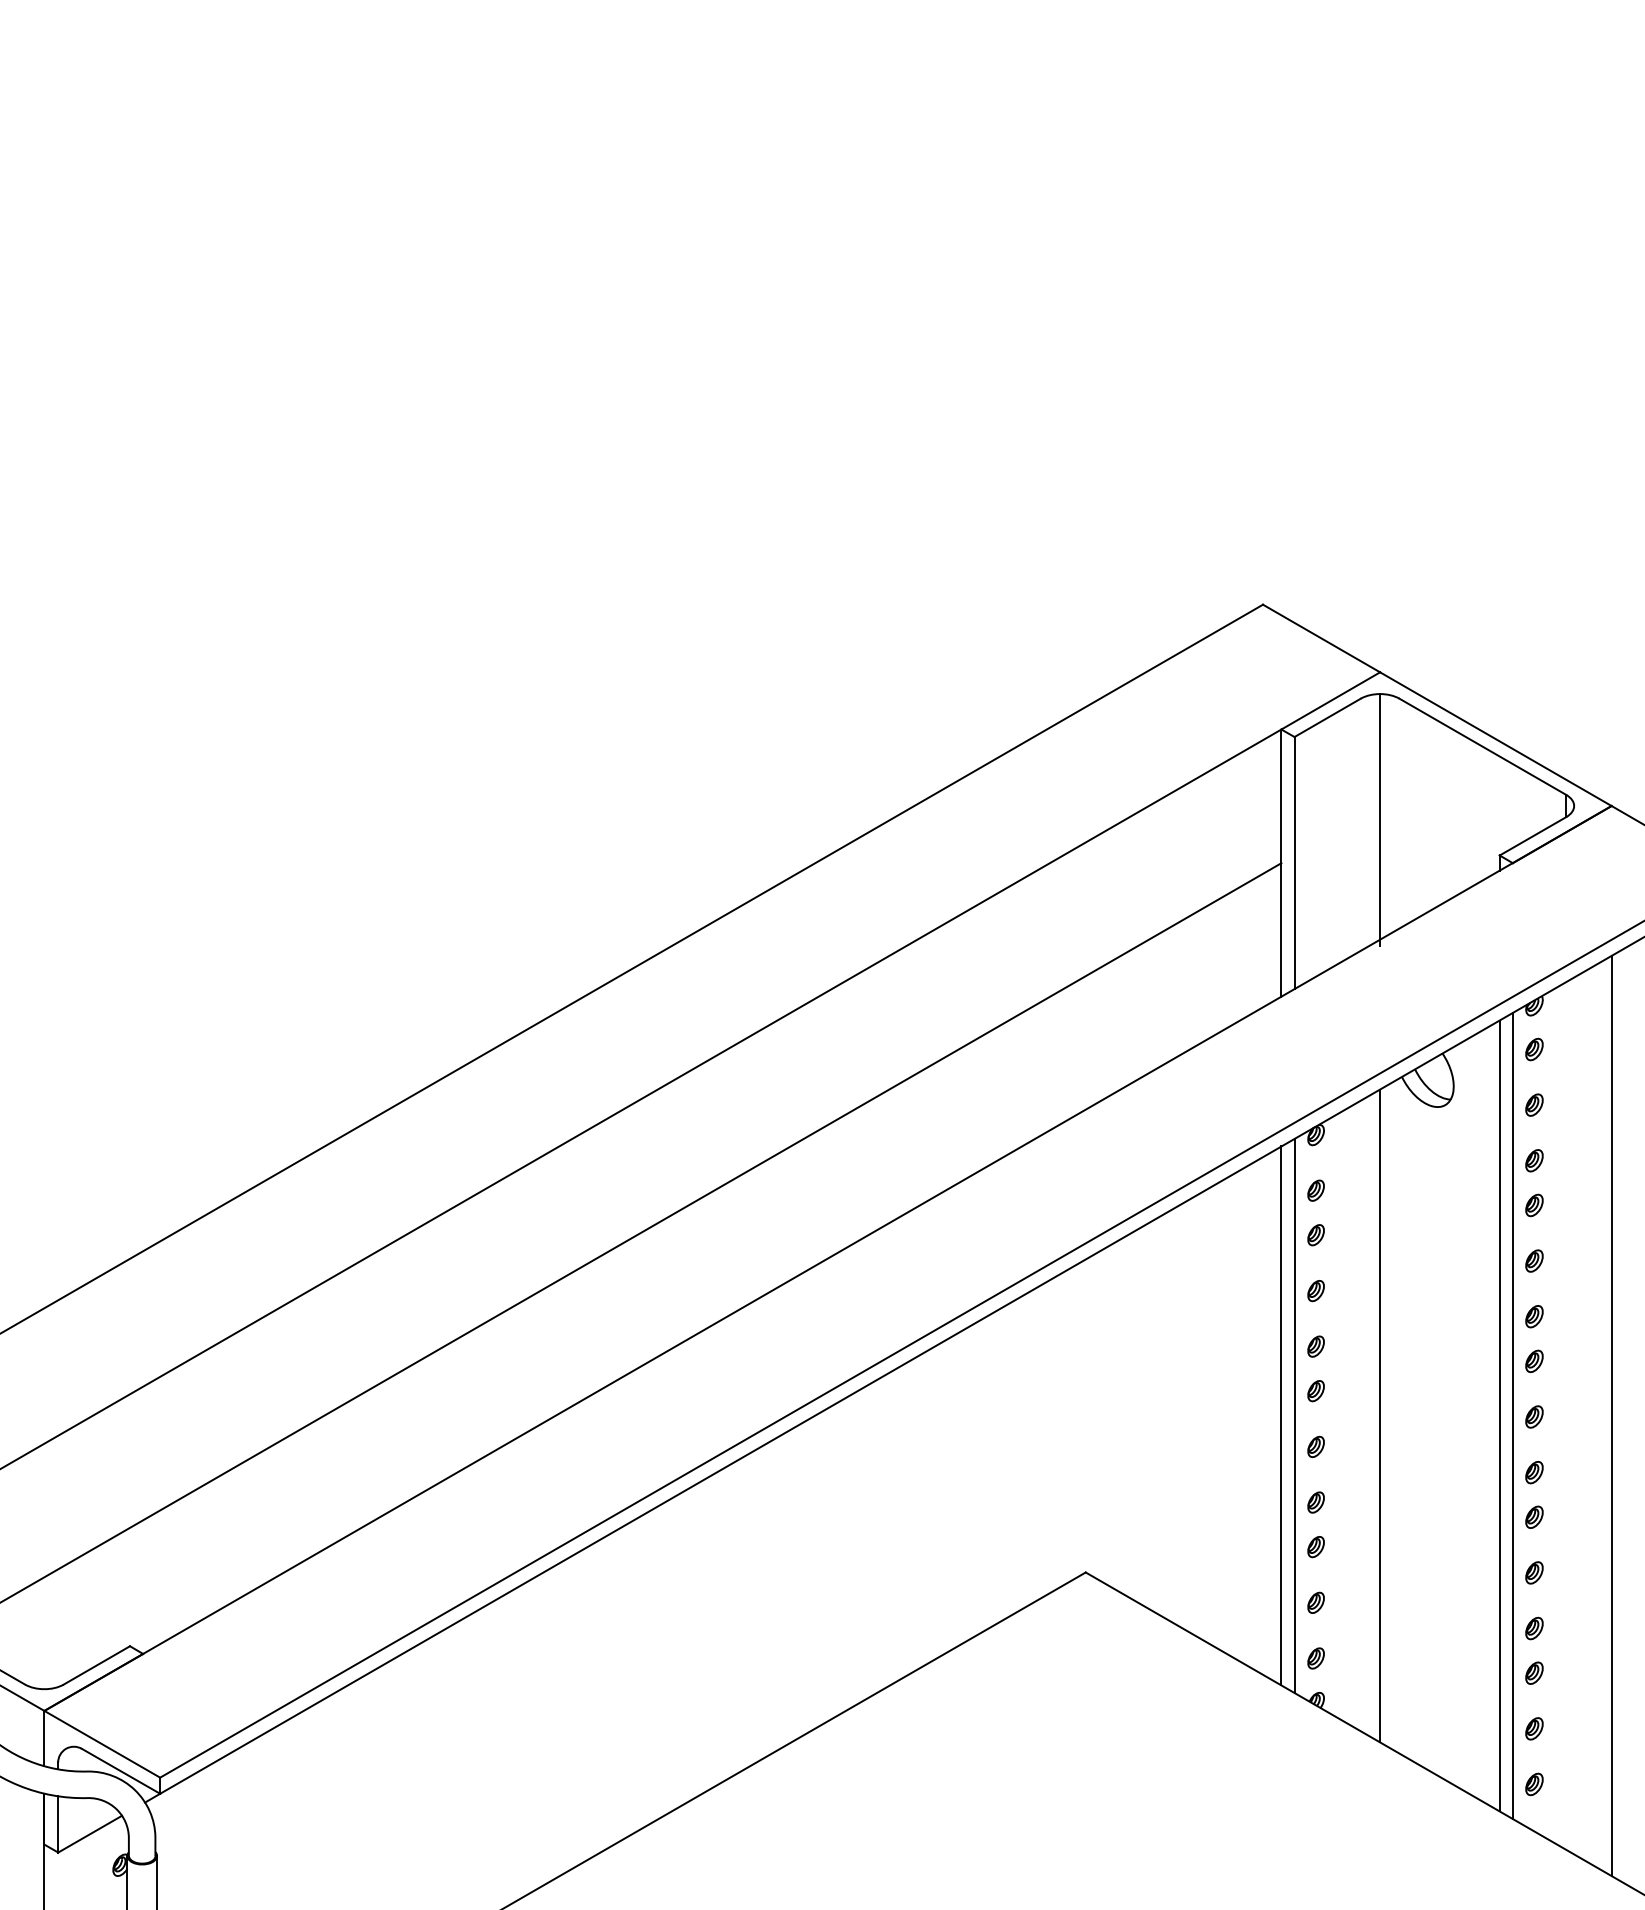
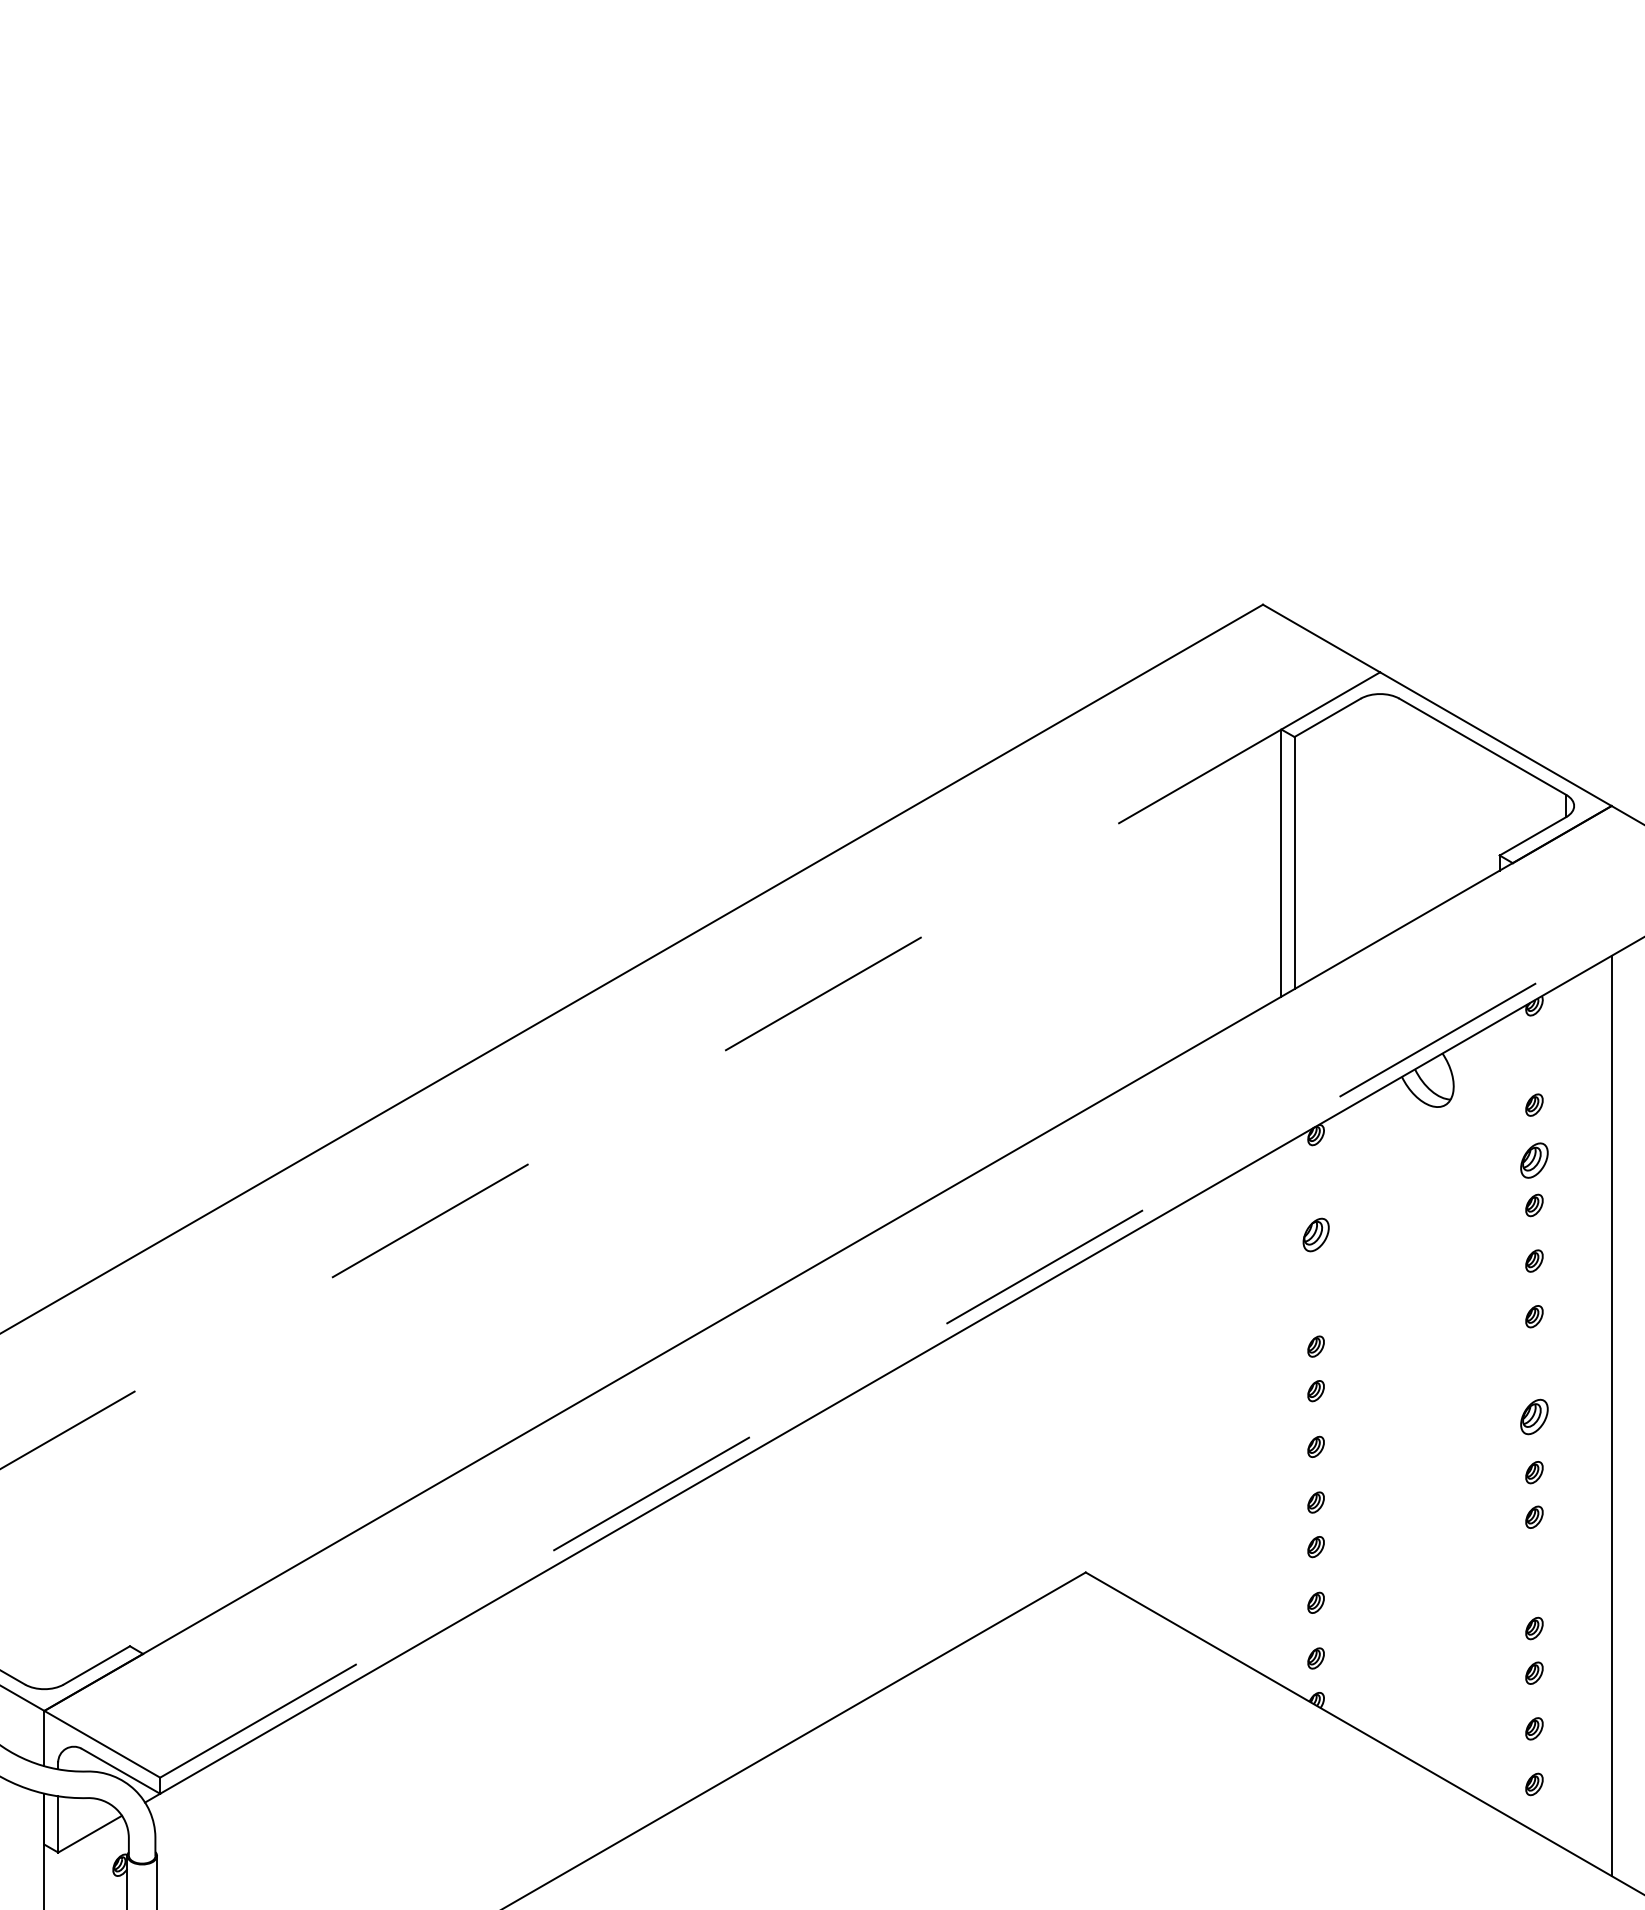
line at (1380, 820): present -> none
part at (1534, 1049): present -> none
line at (640, 1099): solid -> dashed
part at (1534, 1160) size: 19x24 px -> 29x37 px
part at (1315, 1190): present -> none
line at (641, 1232): present -> none
part at (1315, 1235) size: 18x23 px -> 28x36 px
part at (1315, 1291): present -> none
line at (902, 1349): solid -> dashed
part at (1534, 1361): present -> none
line at (1281, 1415): present -> none
line at (1294, 1415): present -> none
line at (1380, 1415): present -> none
line at (1499, 1415): present -> none
line at (1512, 1415): present -> none
part at (1534, 1416) size: 19x24 px -> 29x38 px
part at (1534, 1572): present -> none
